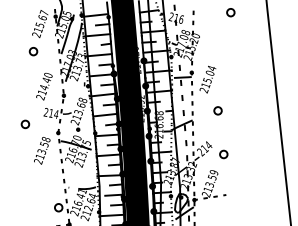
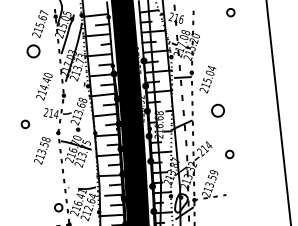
circle at (33, 51) size: 11x10 px -> 15x15 px
circle at (217, 110) size: 10x10 px -> 14x15 px
circle at (223, 154) position: (223, 154) -> (229, 154)
